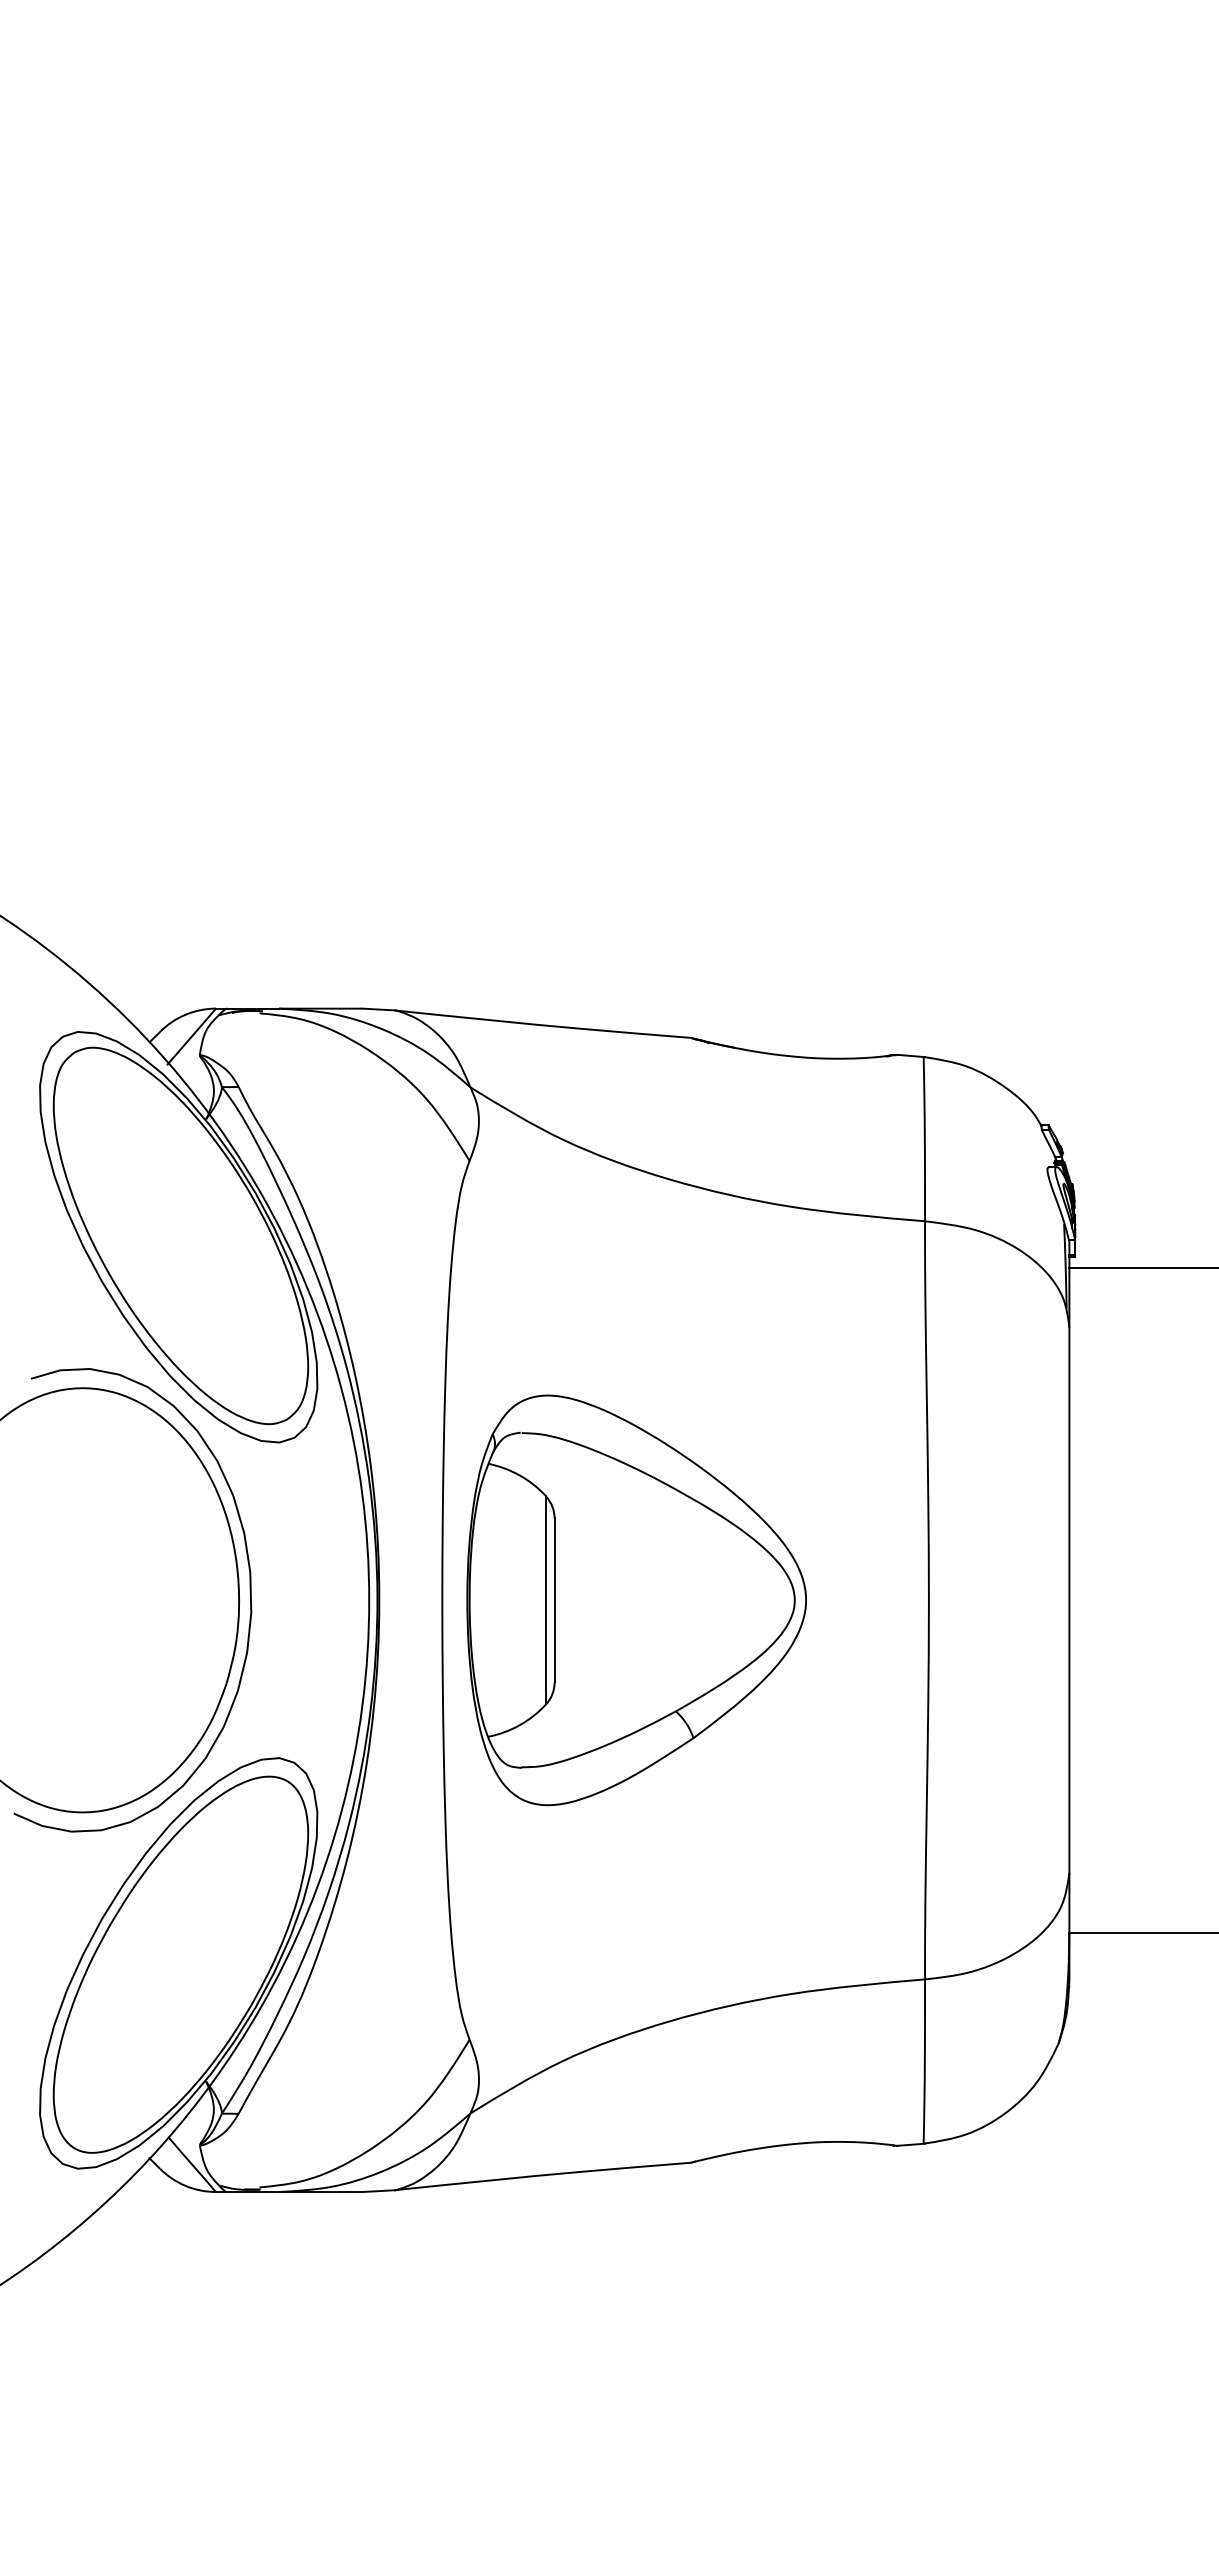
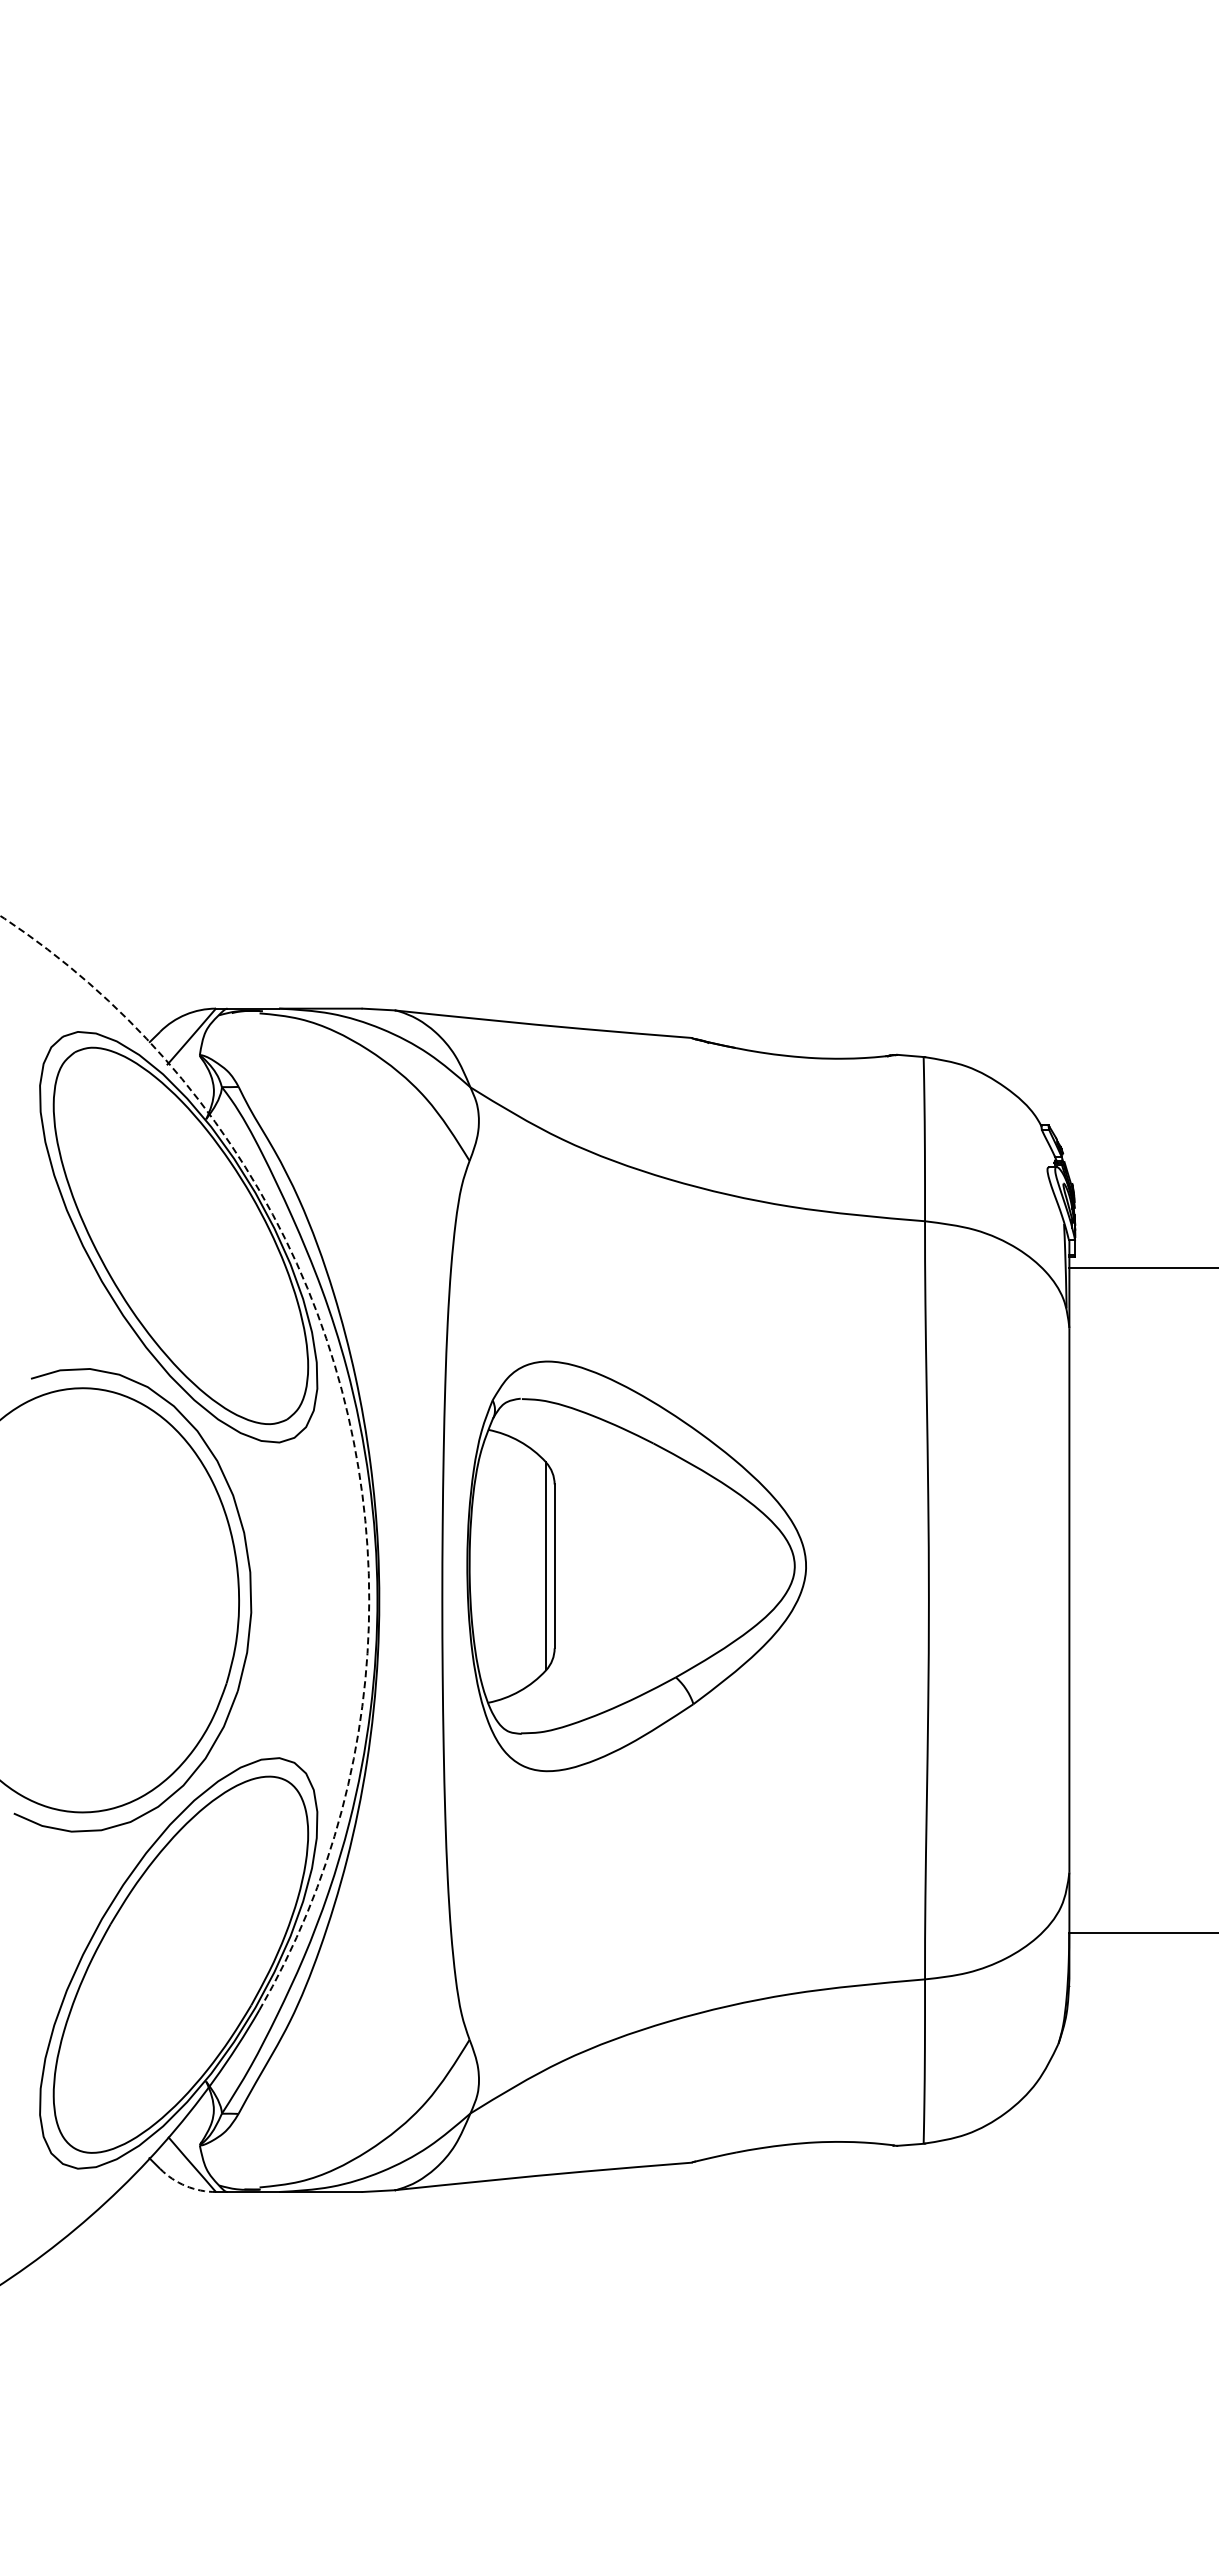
arc at (347, 1411): solid -> dashed
part at (636, 1600) position: (636, 1600) -> (636, 1566)
arc at (185, 2186): solid -> dashed
